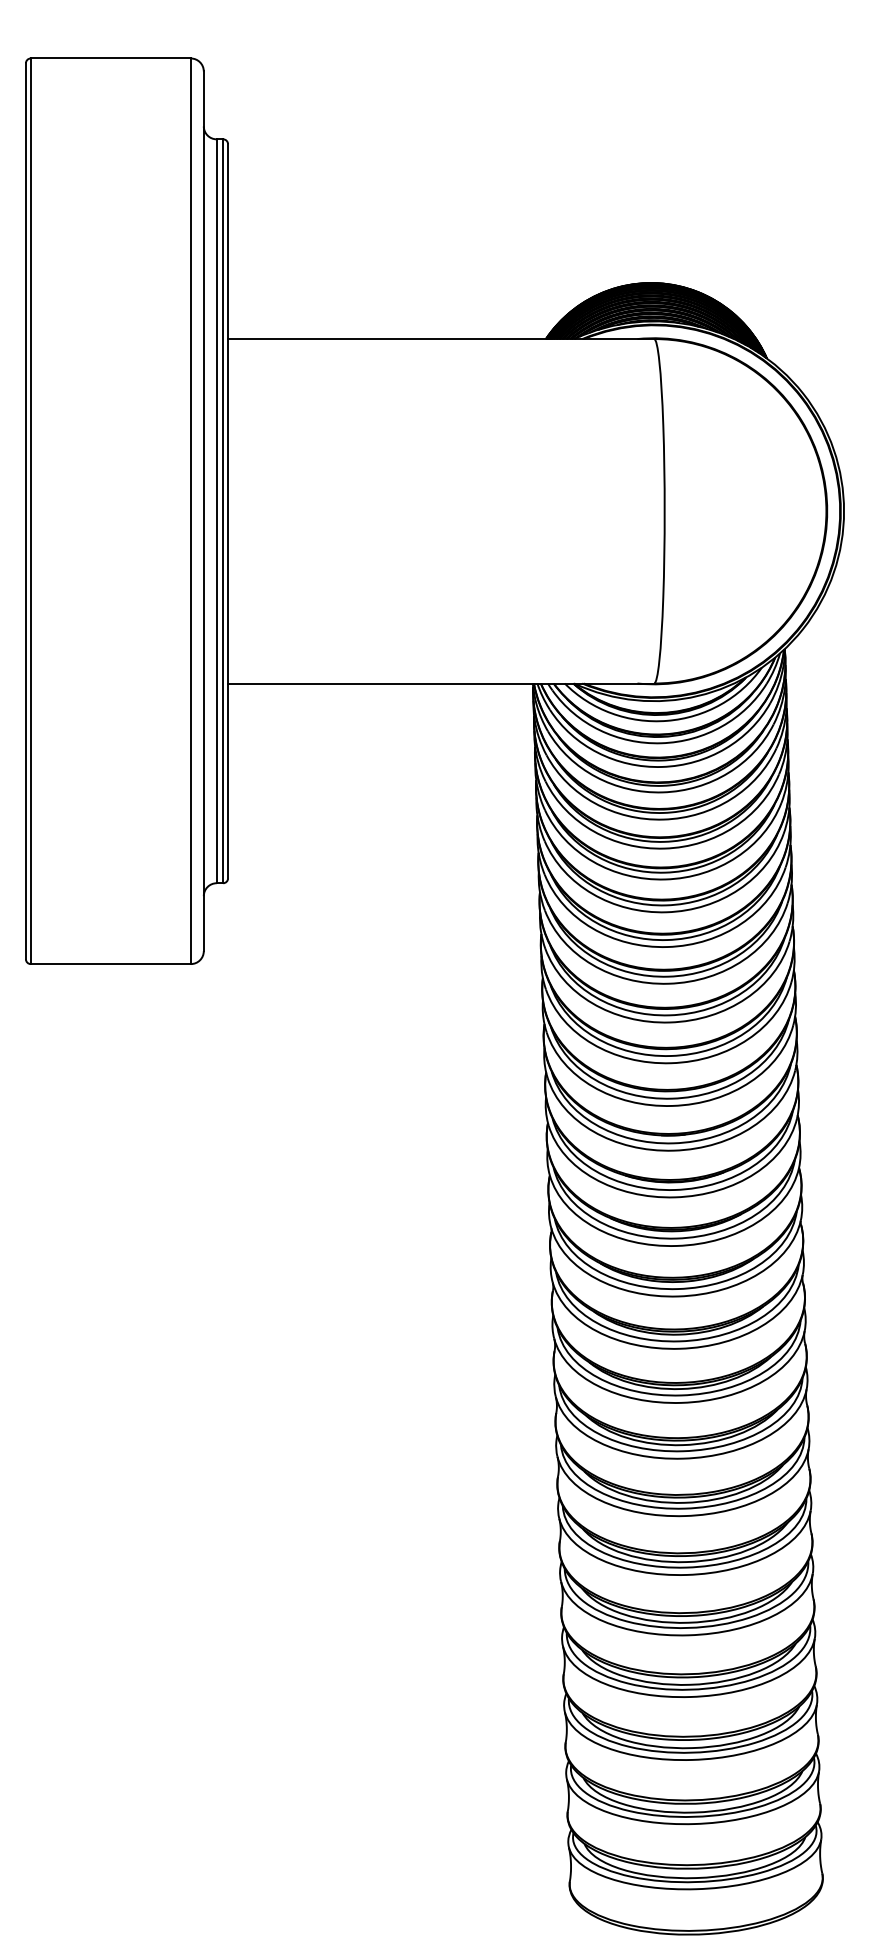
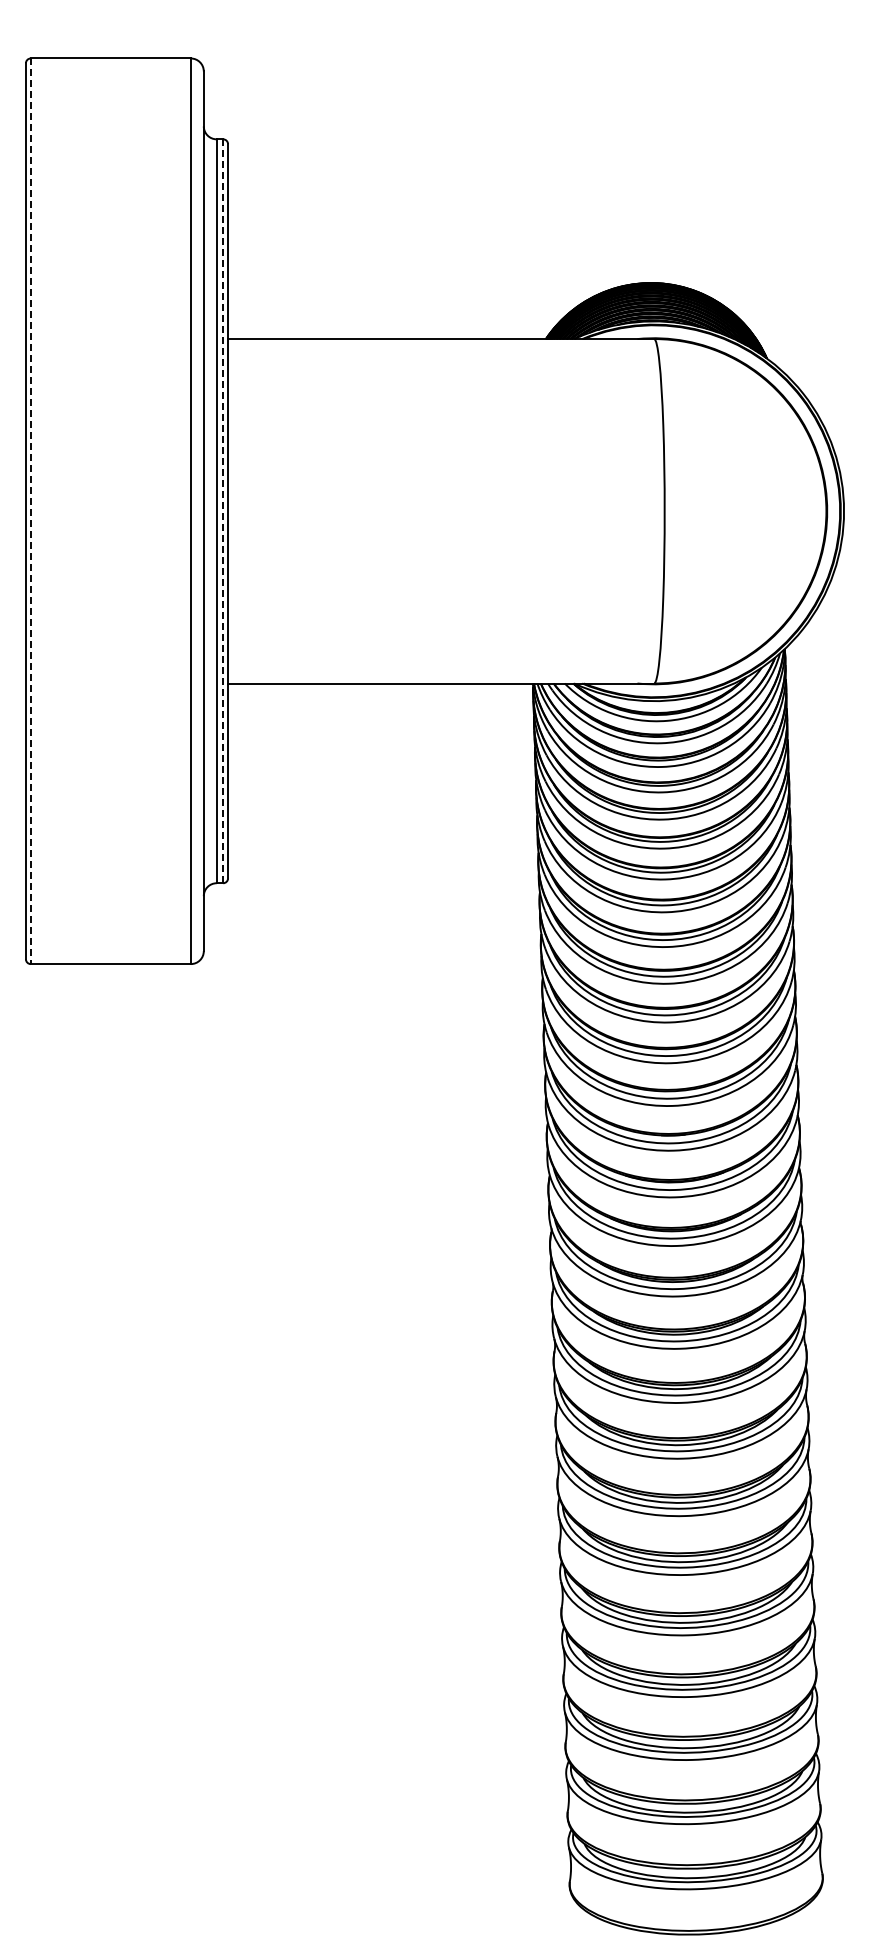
line at (30, 511): solid -> dashed
line at (223, 511): solid -> dashed
